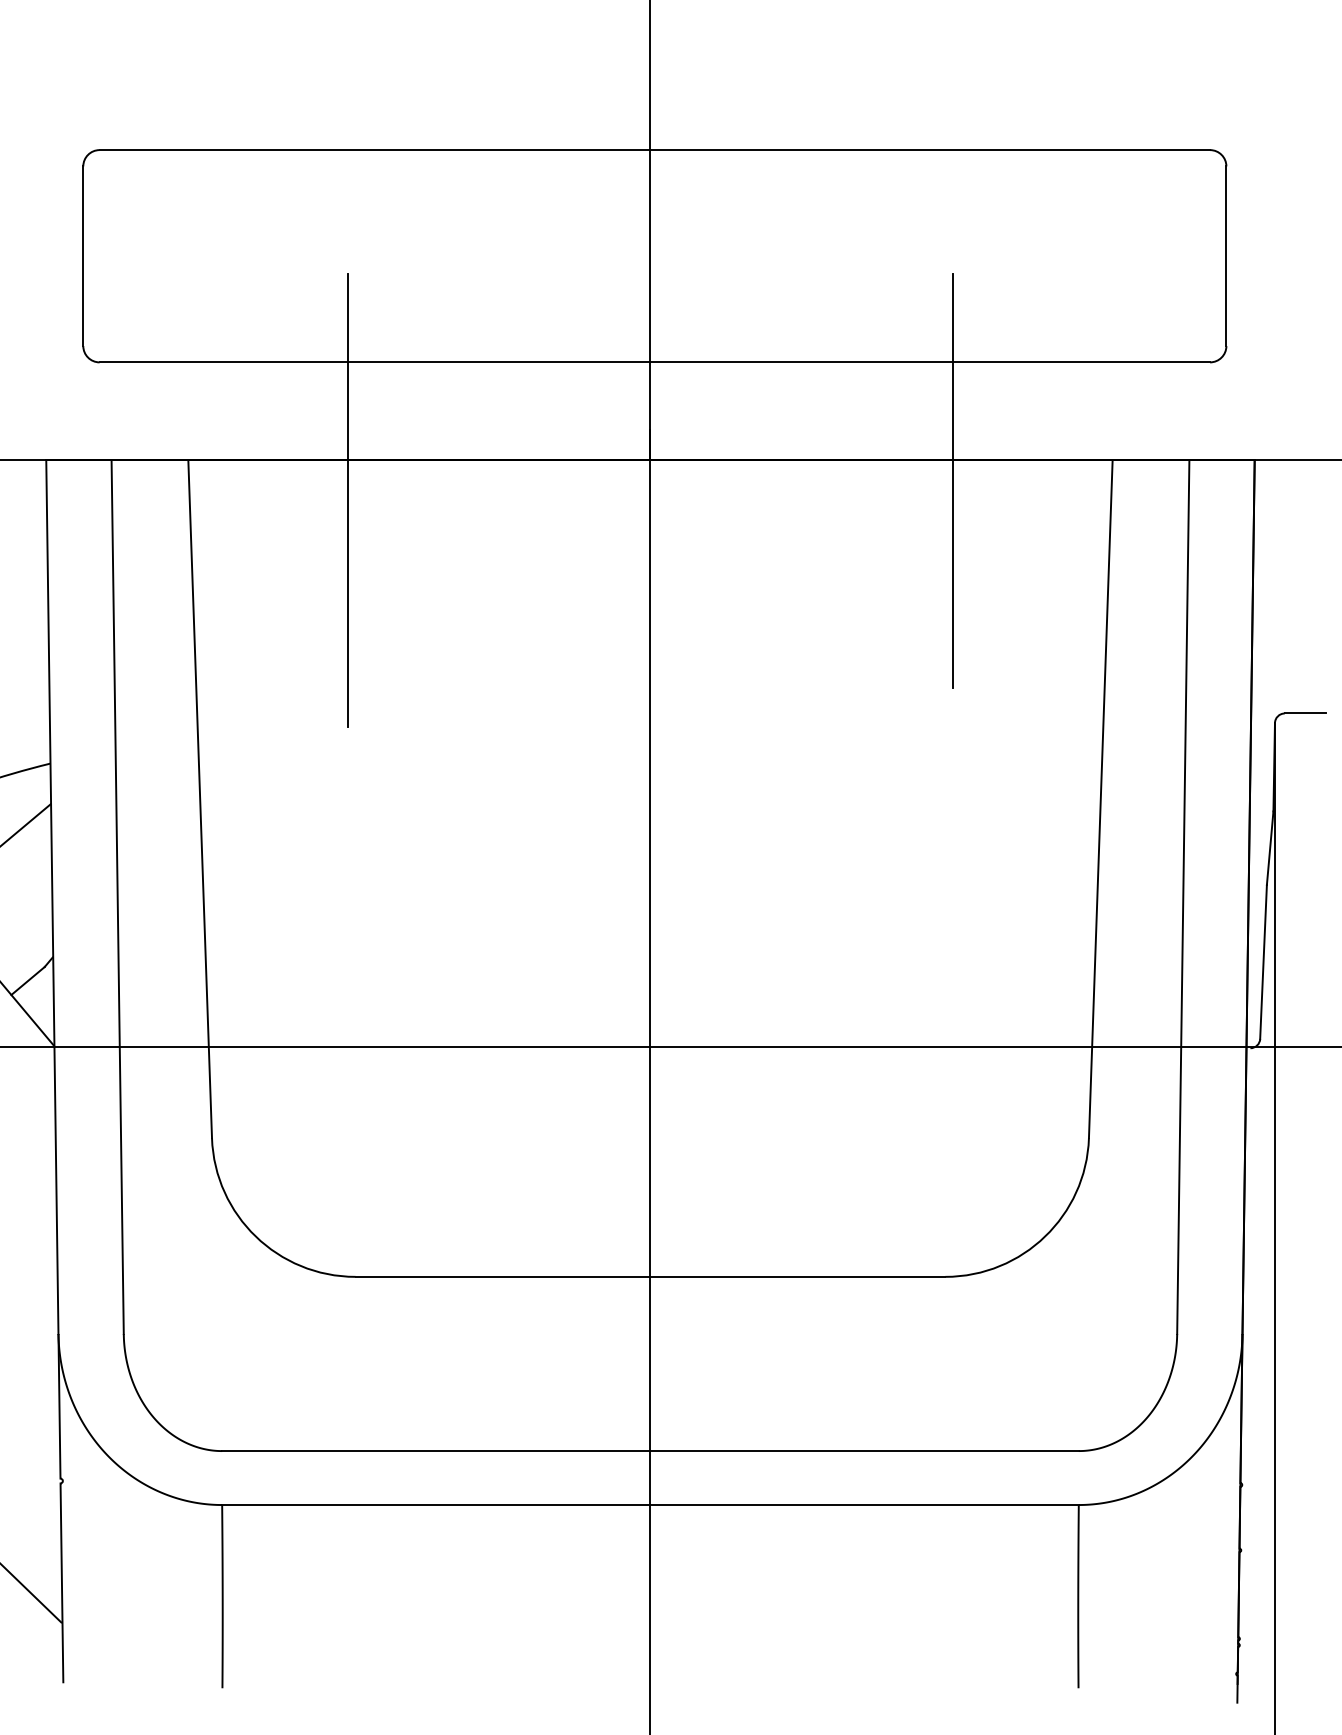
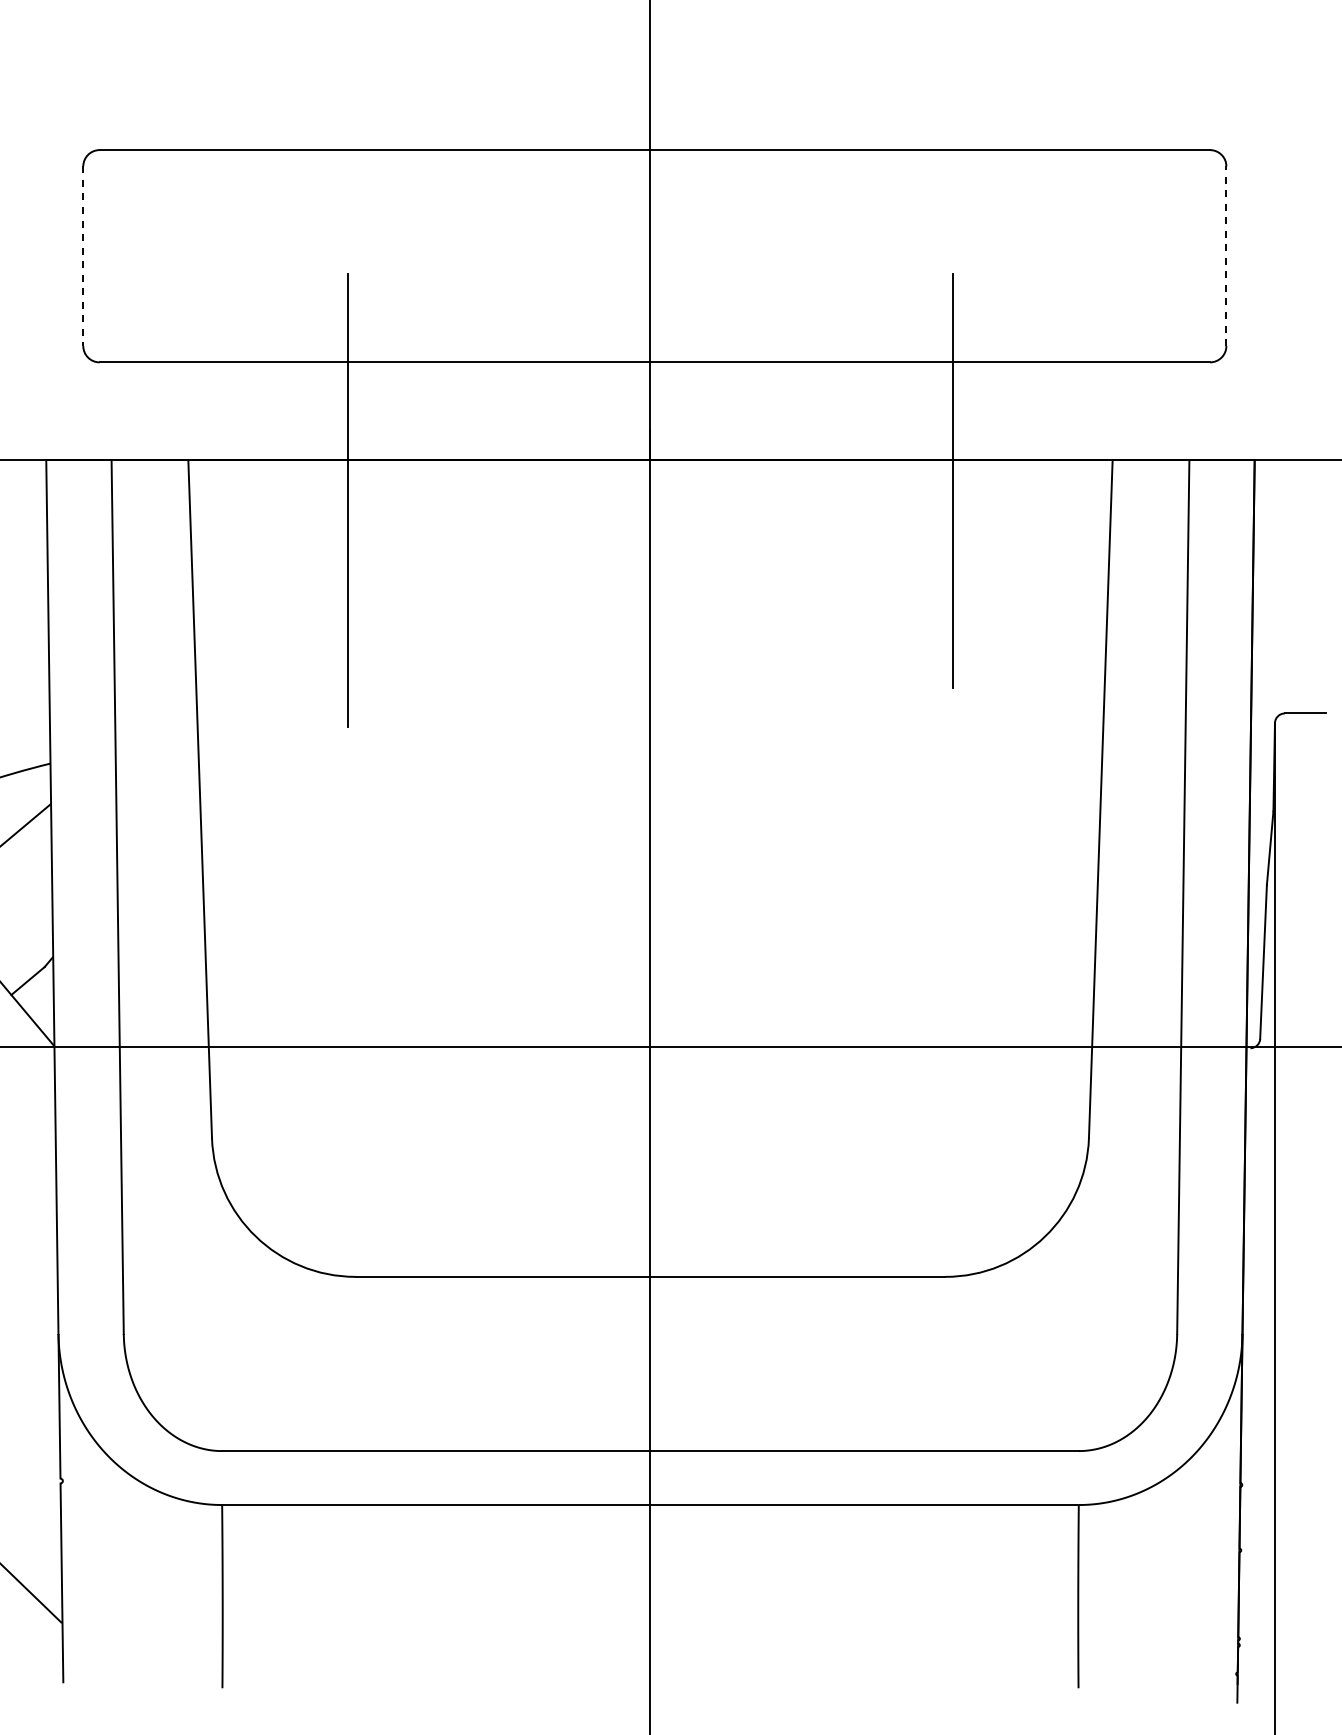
line at (83, 256): solid -> dashed
line at (1226, 256): solid -> dashed
